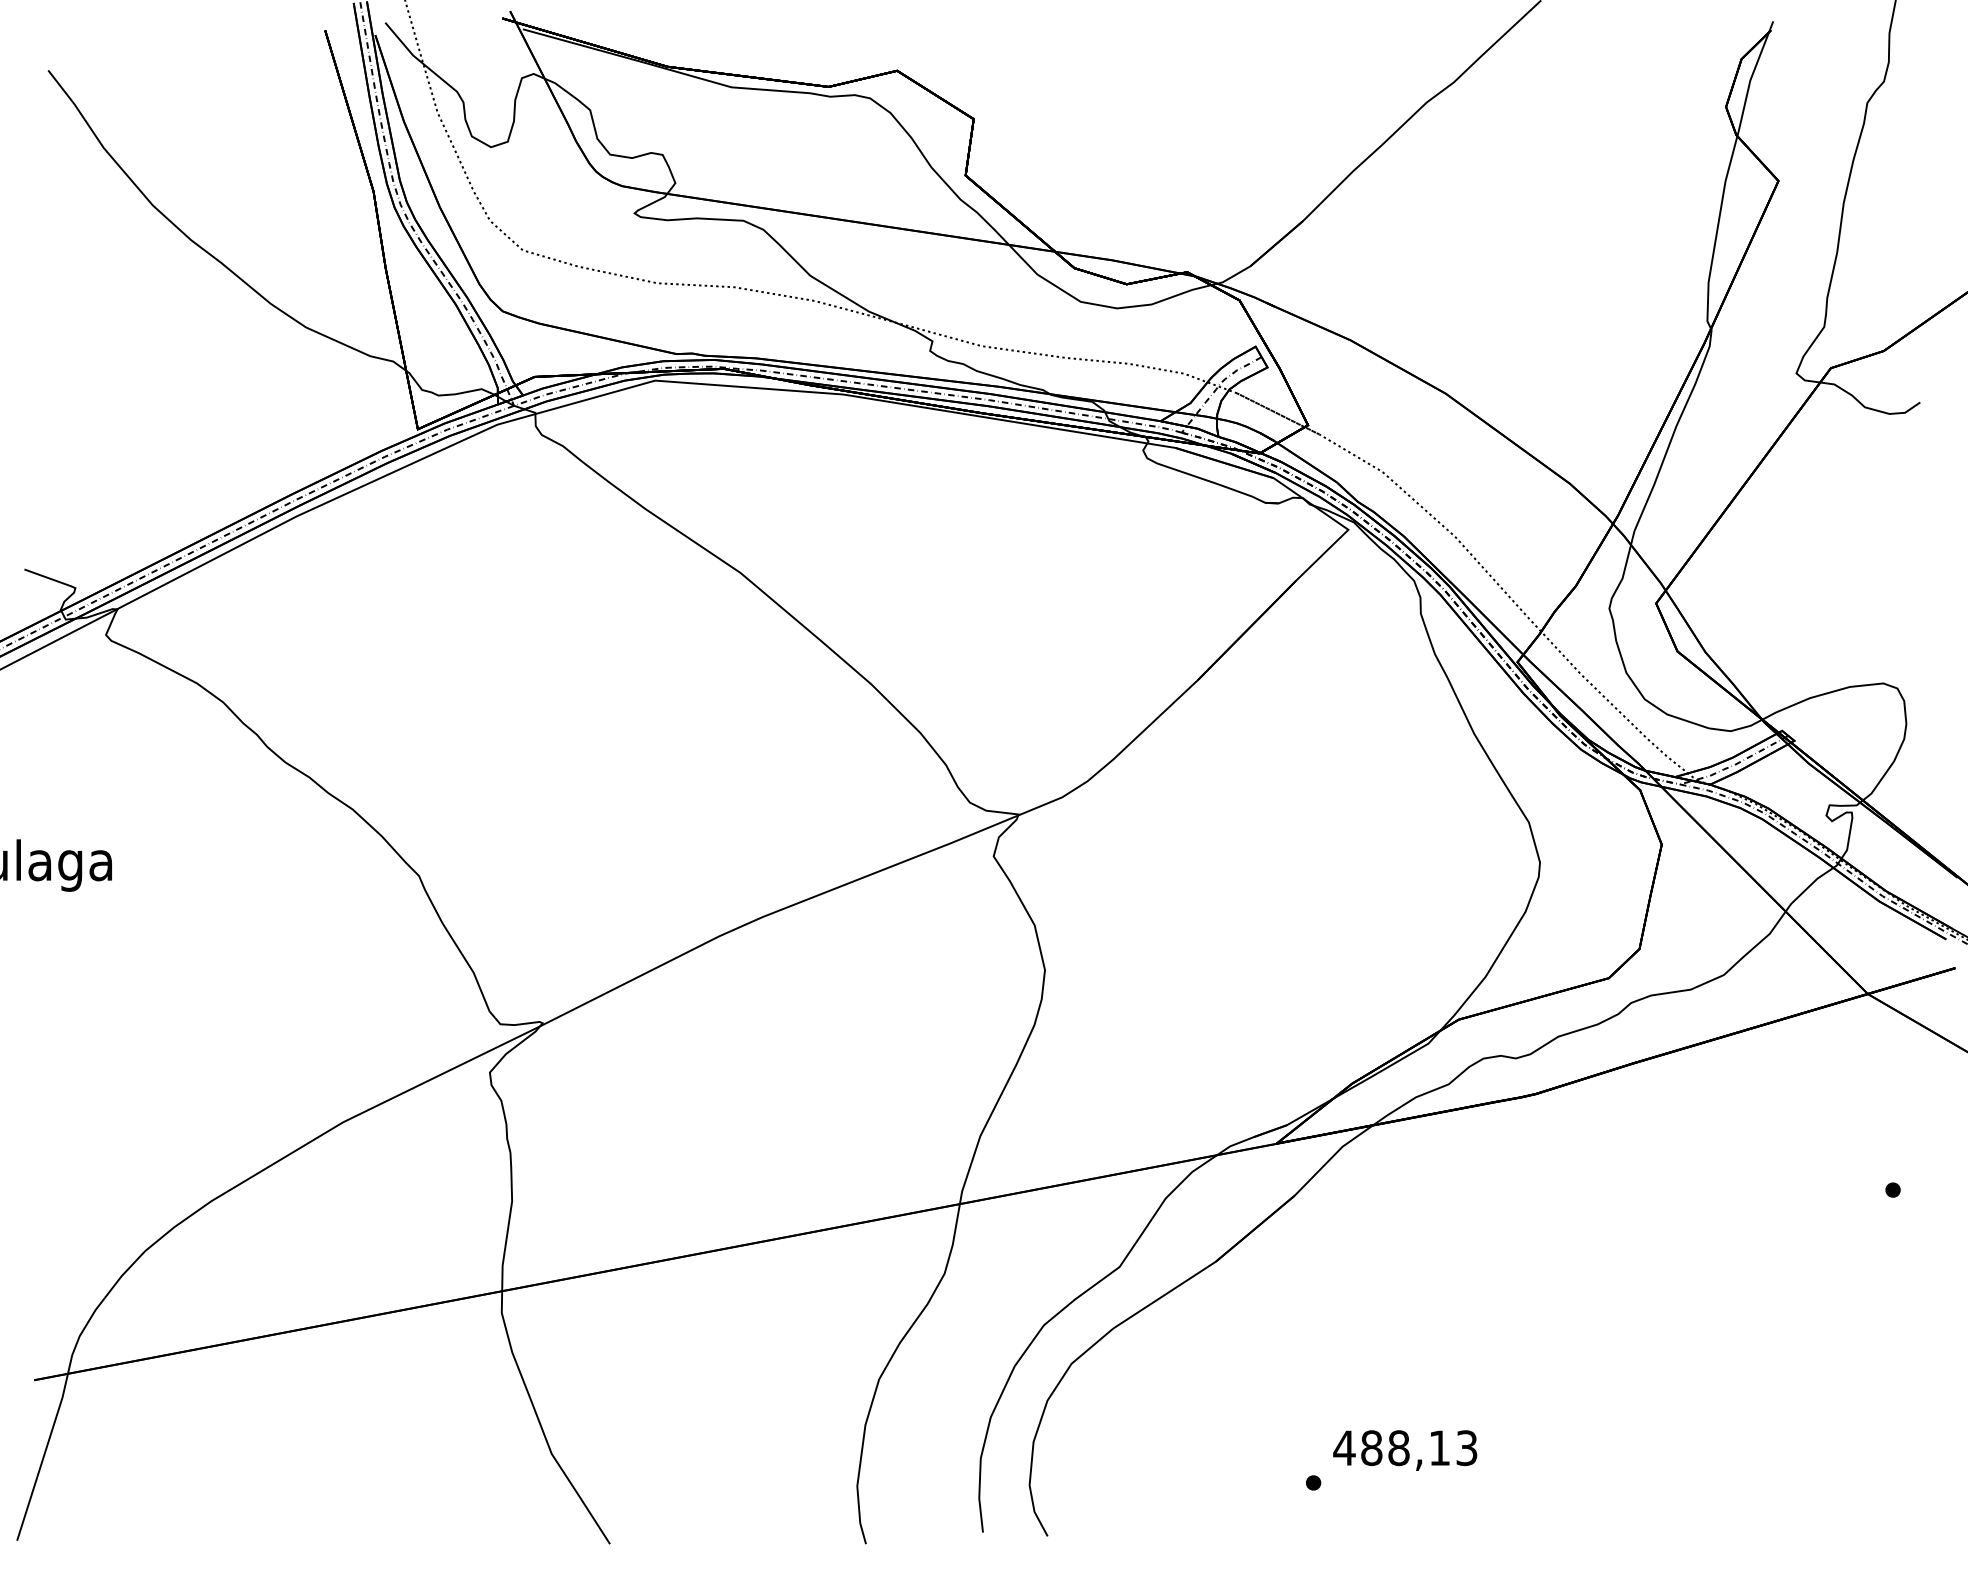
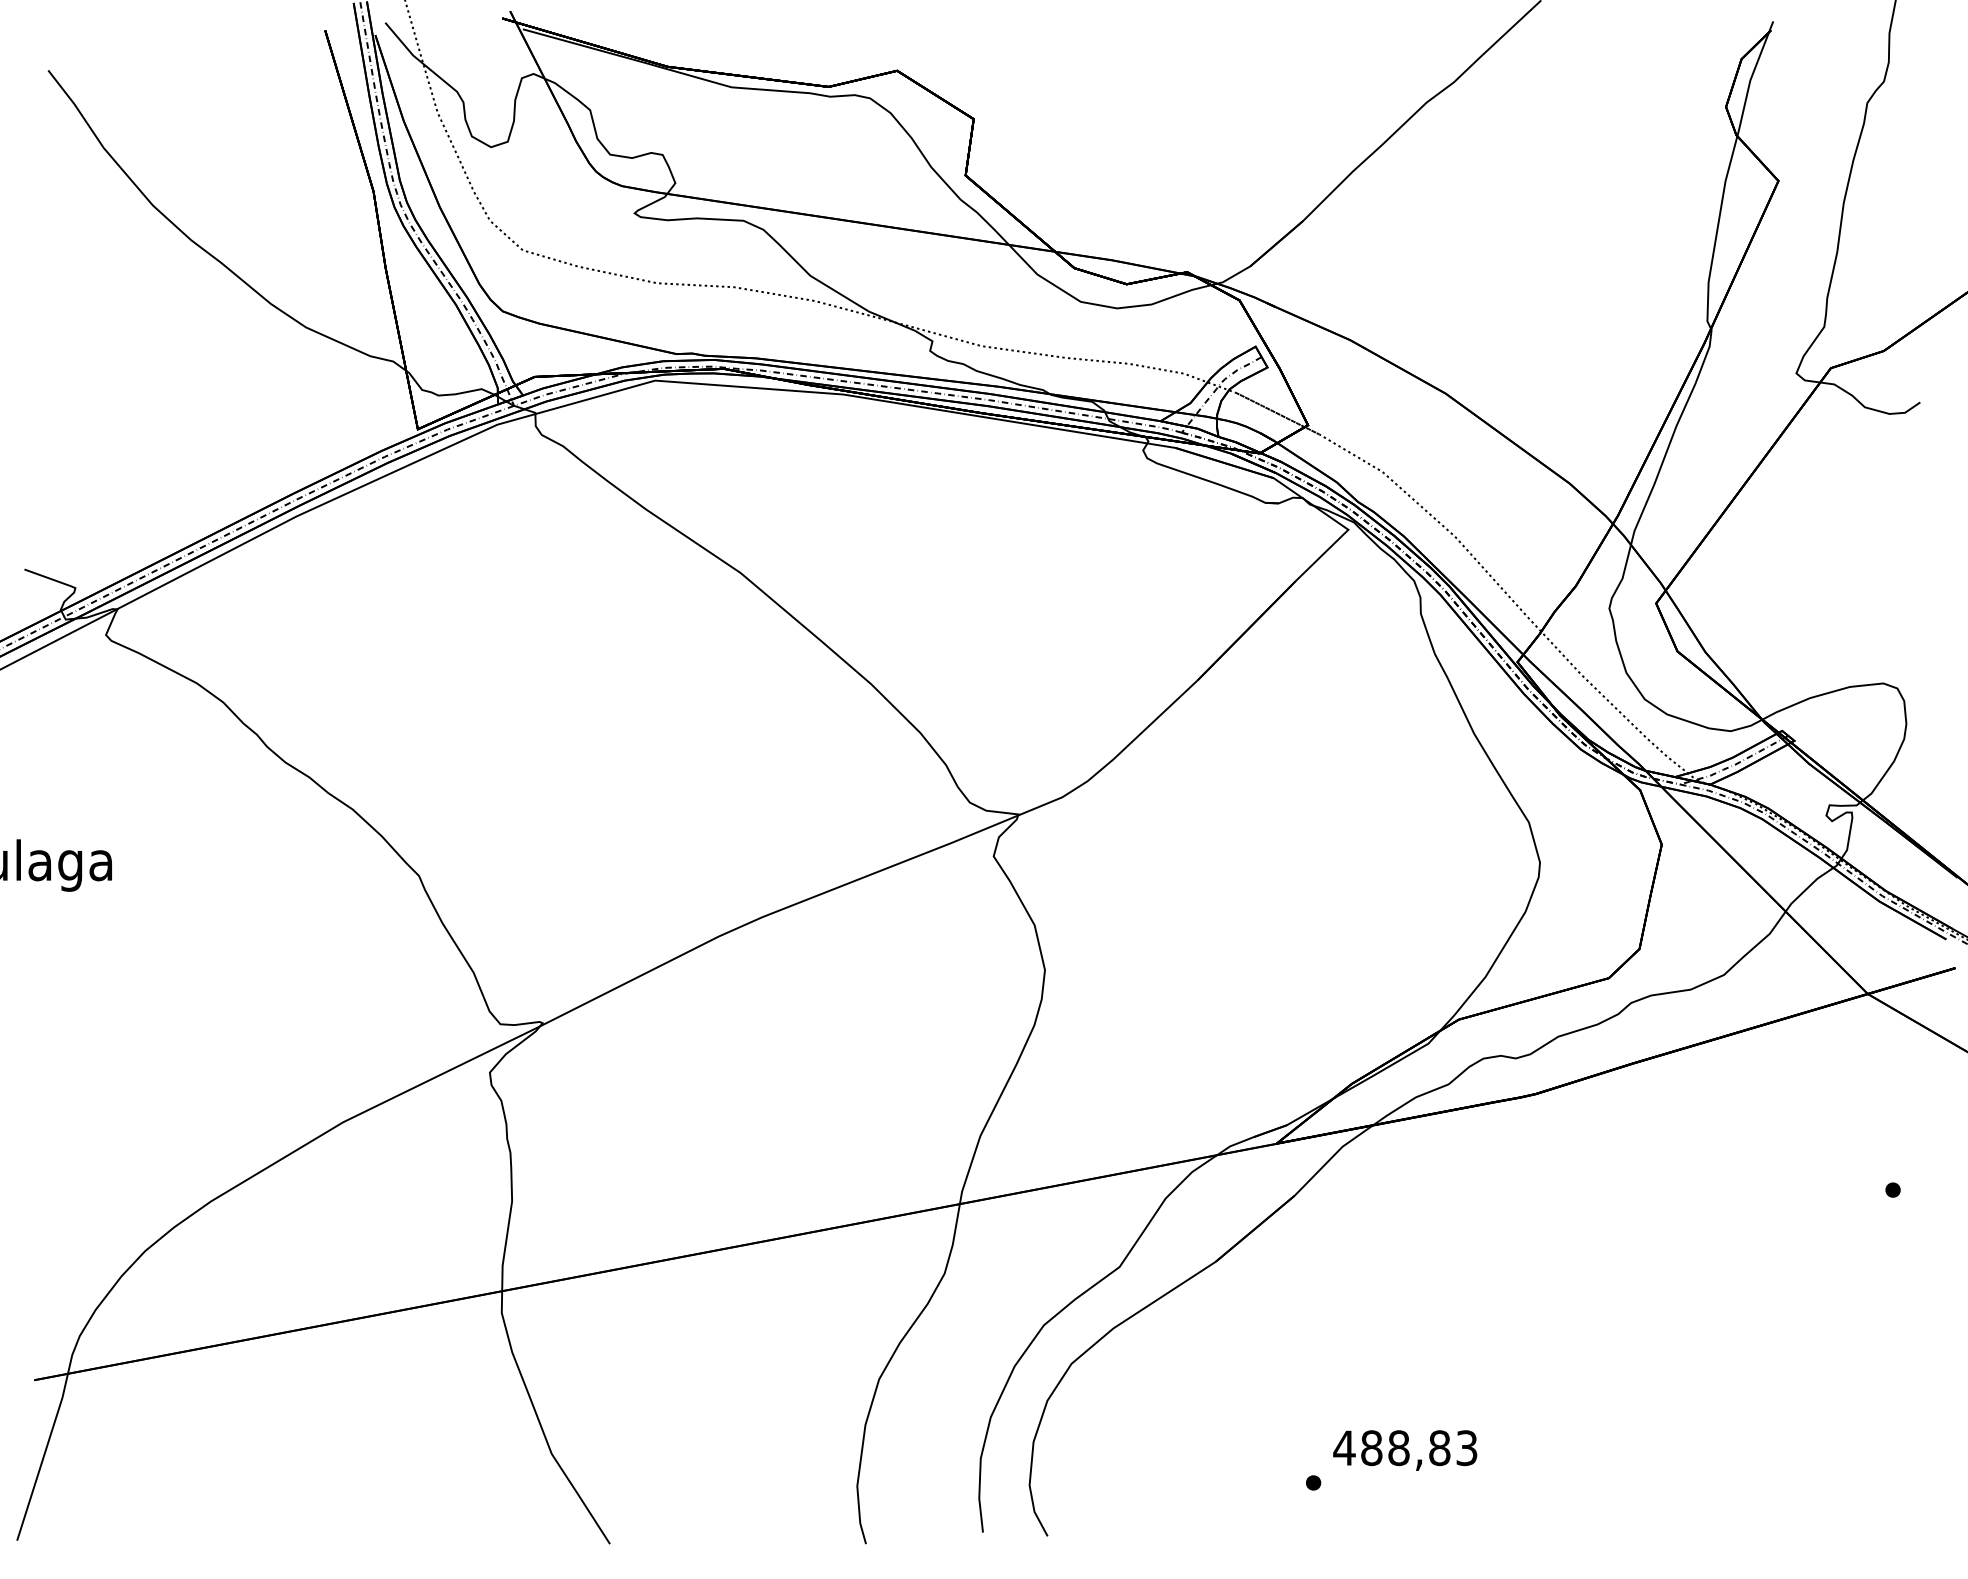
text at (1439, 1448): 488,13 -> 488,83
